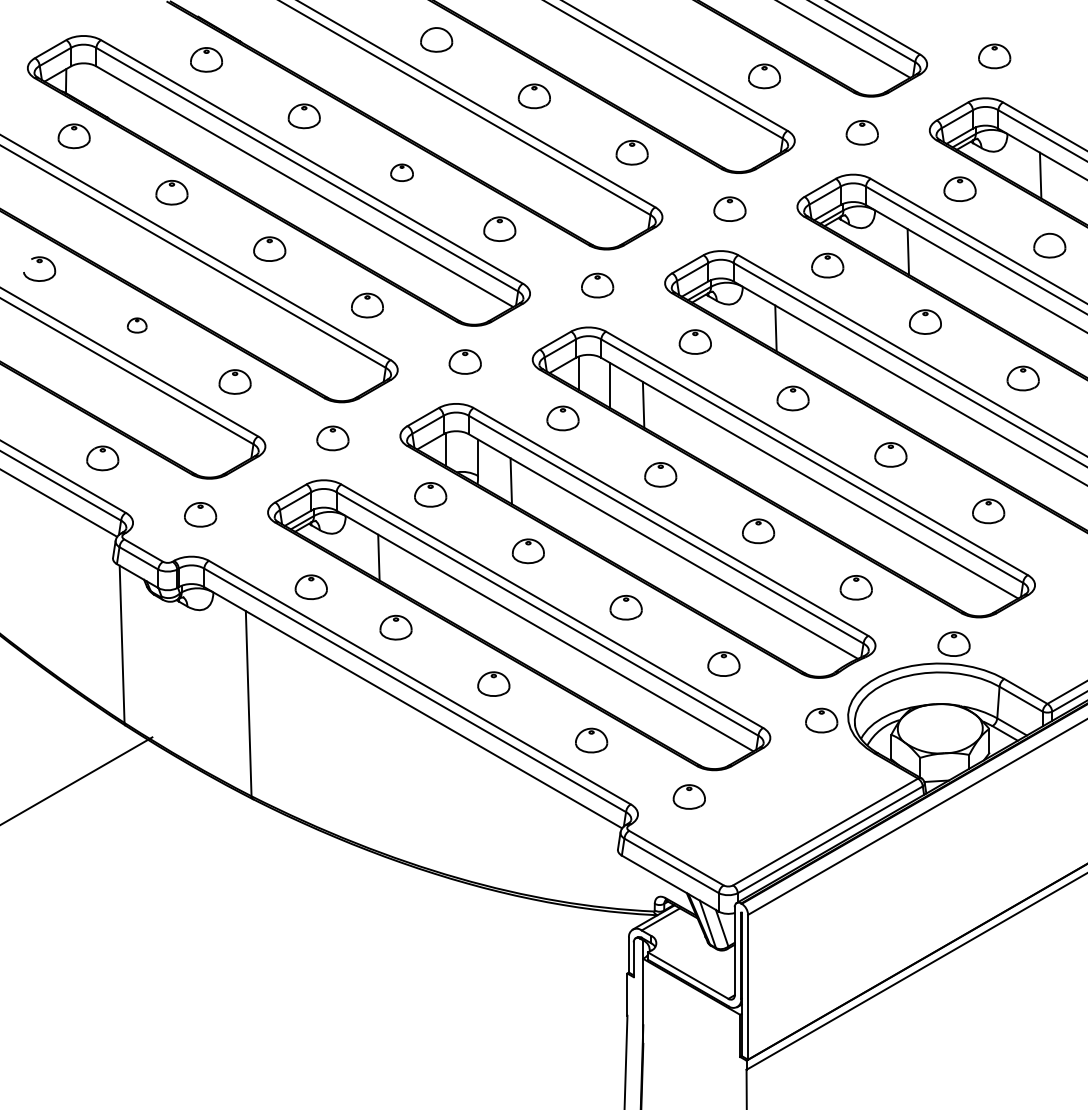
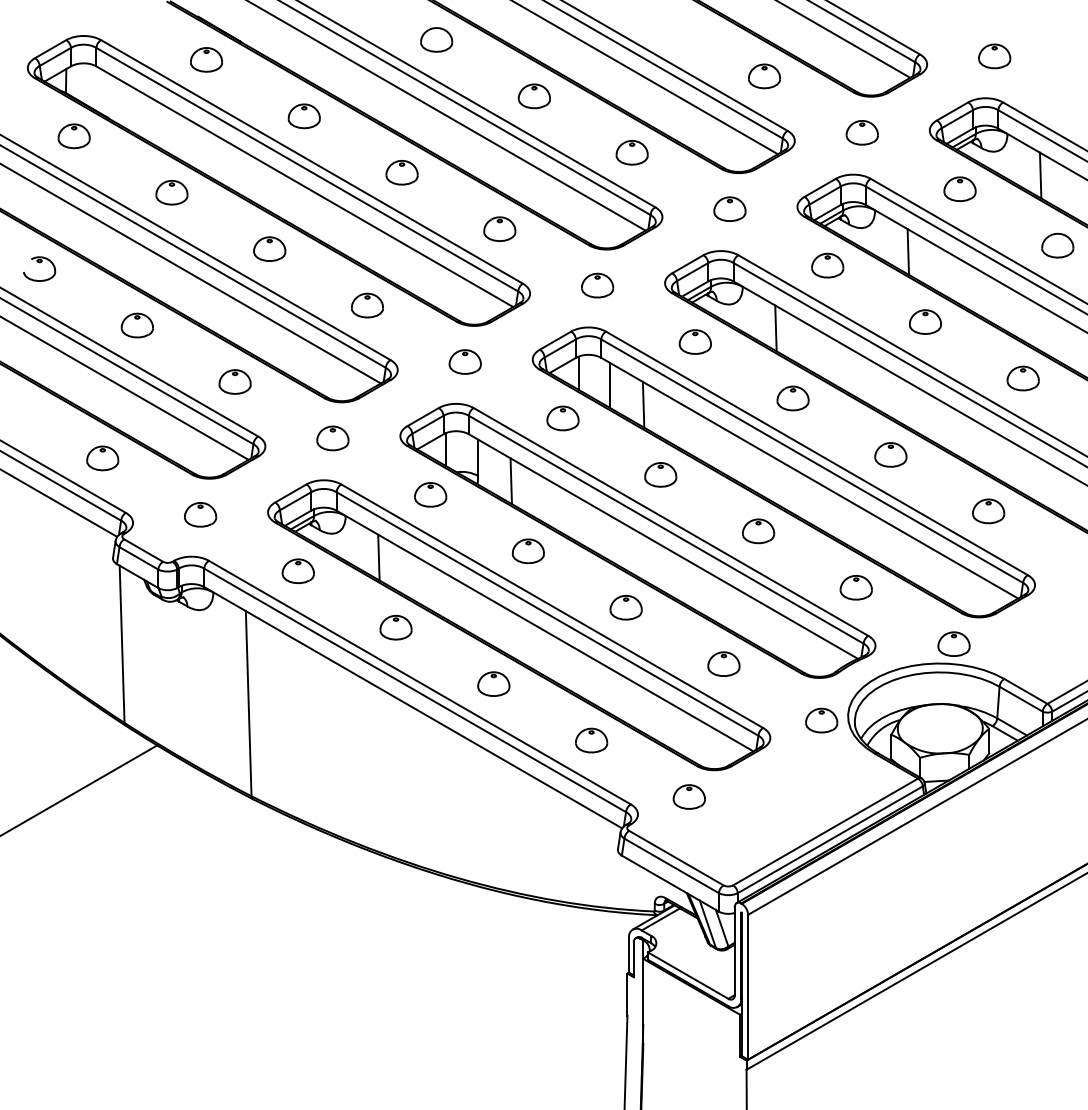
line at (645, 78): none -> present
line at (447, 116): none -> present
part at (401, 172) size: 24x19 px -> 34x26 px
part at (1049, 245) position: (1049, 245) -> (1057, 245)
line at (191, 274): none -> present
part at (137, 325) size: 21x17 px -> 34x27 px
line at (125, 388): none -> present
part at (310, 586) position: (310, 586) -> (297, 570)
line at (77, 780) position: (77, 780) -> (79, 789)
